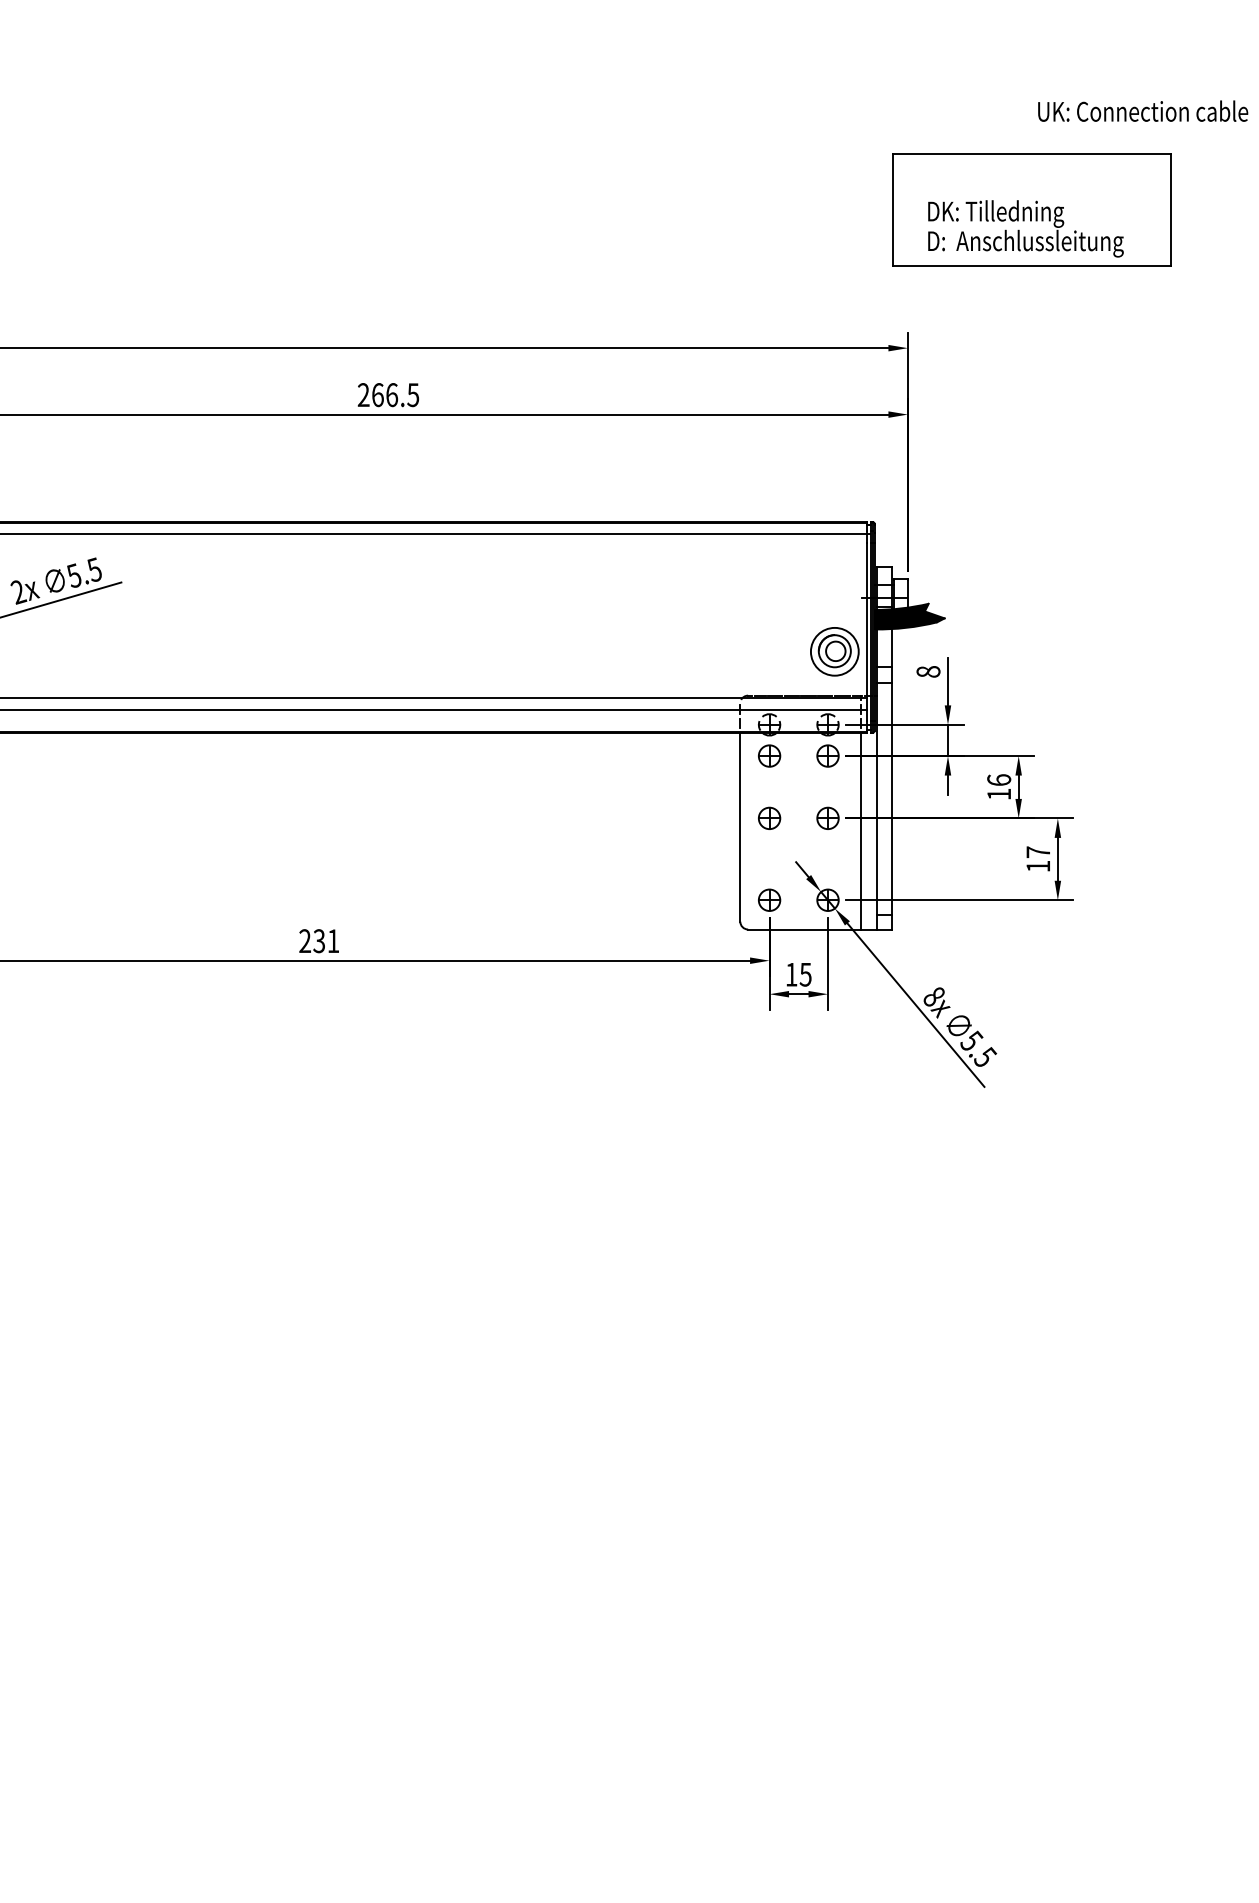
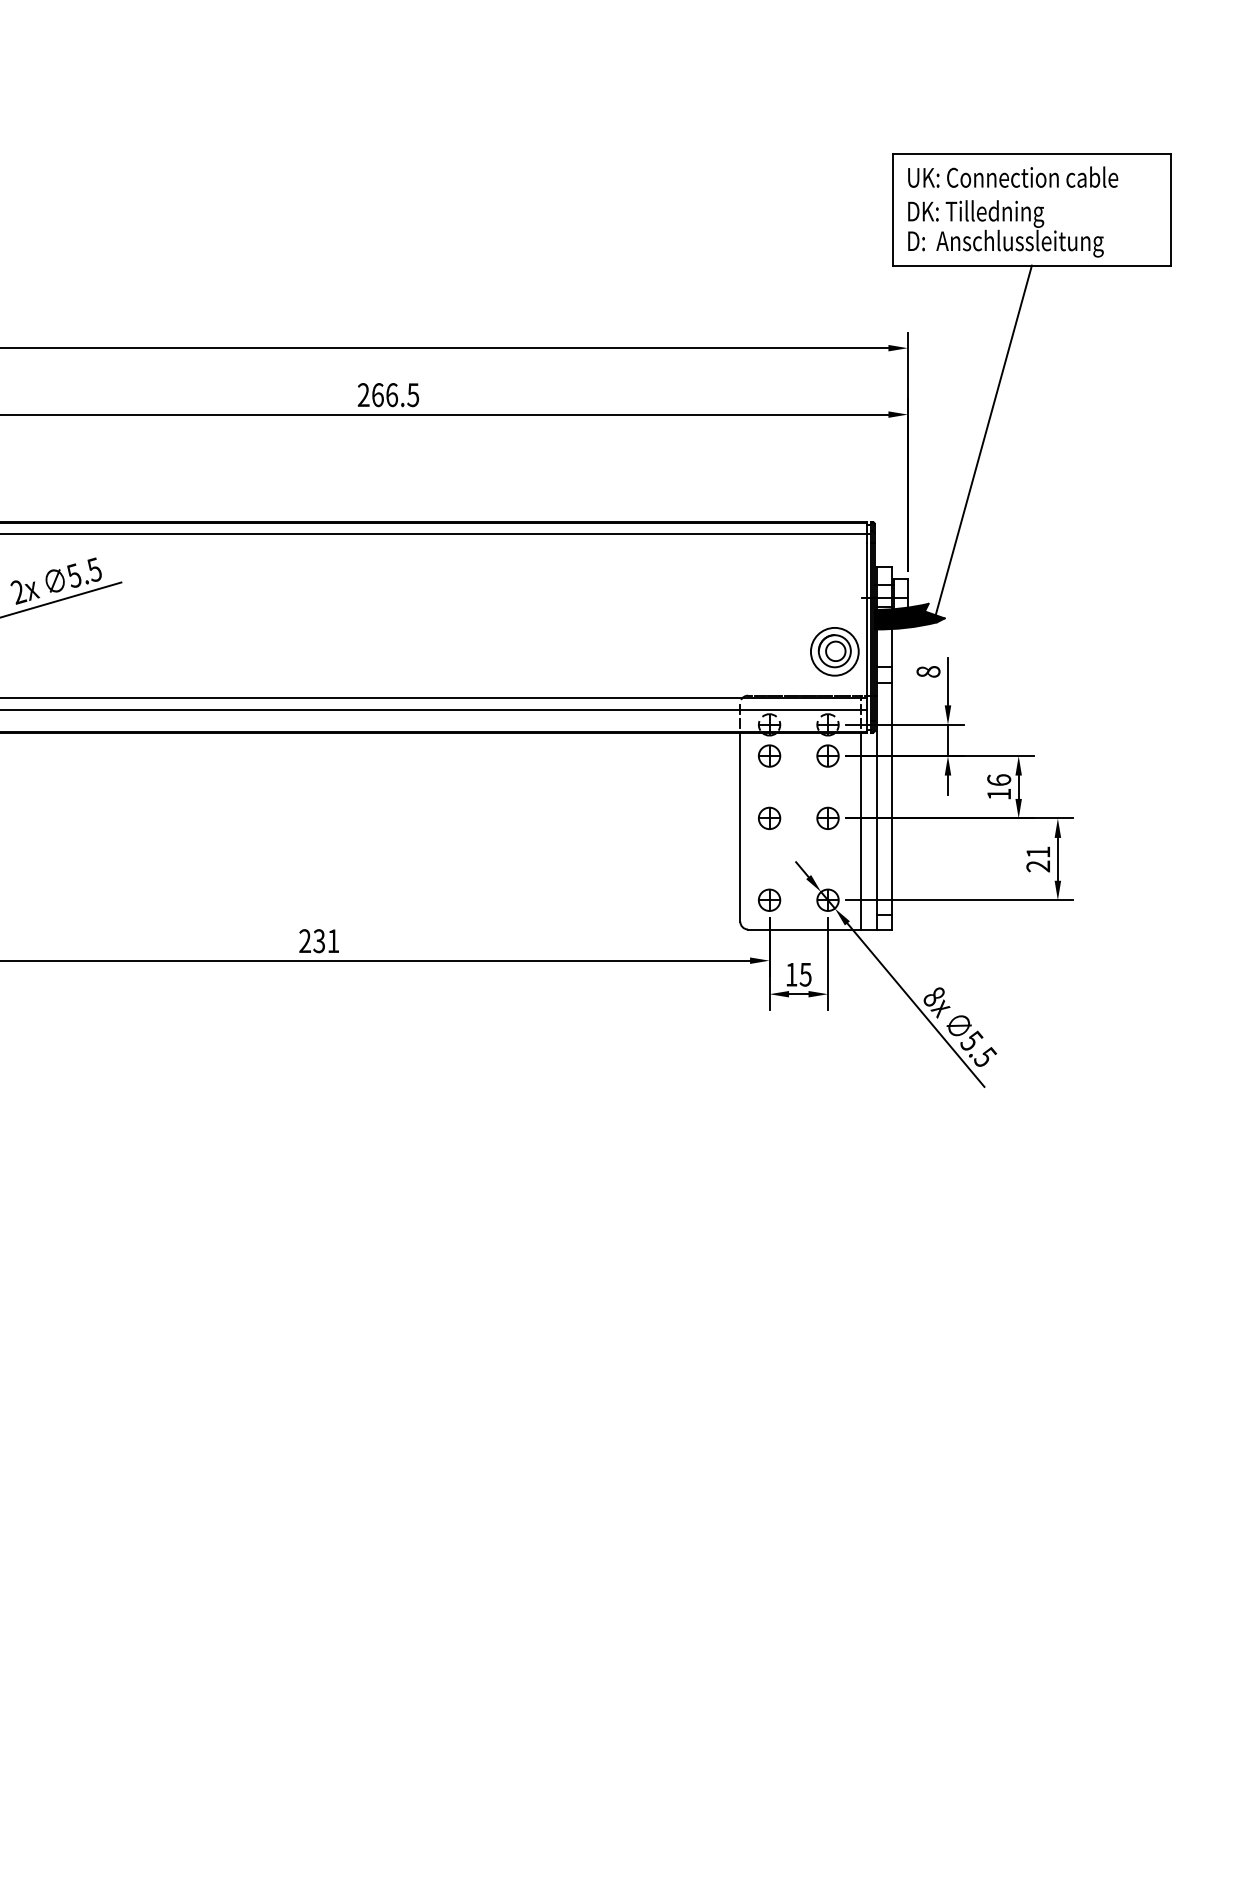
text at (1143, 110) position: (1143, 110) -> (1013, 176)
text at (1025, 228) position: (1025, 228) -> (1005, 228)
line at (982, 442): none -> present
text at (1037, 859): 17 -> 21
